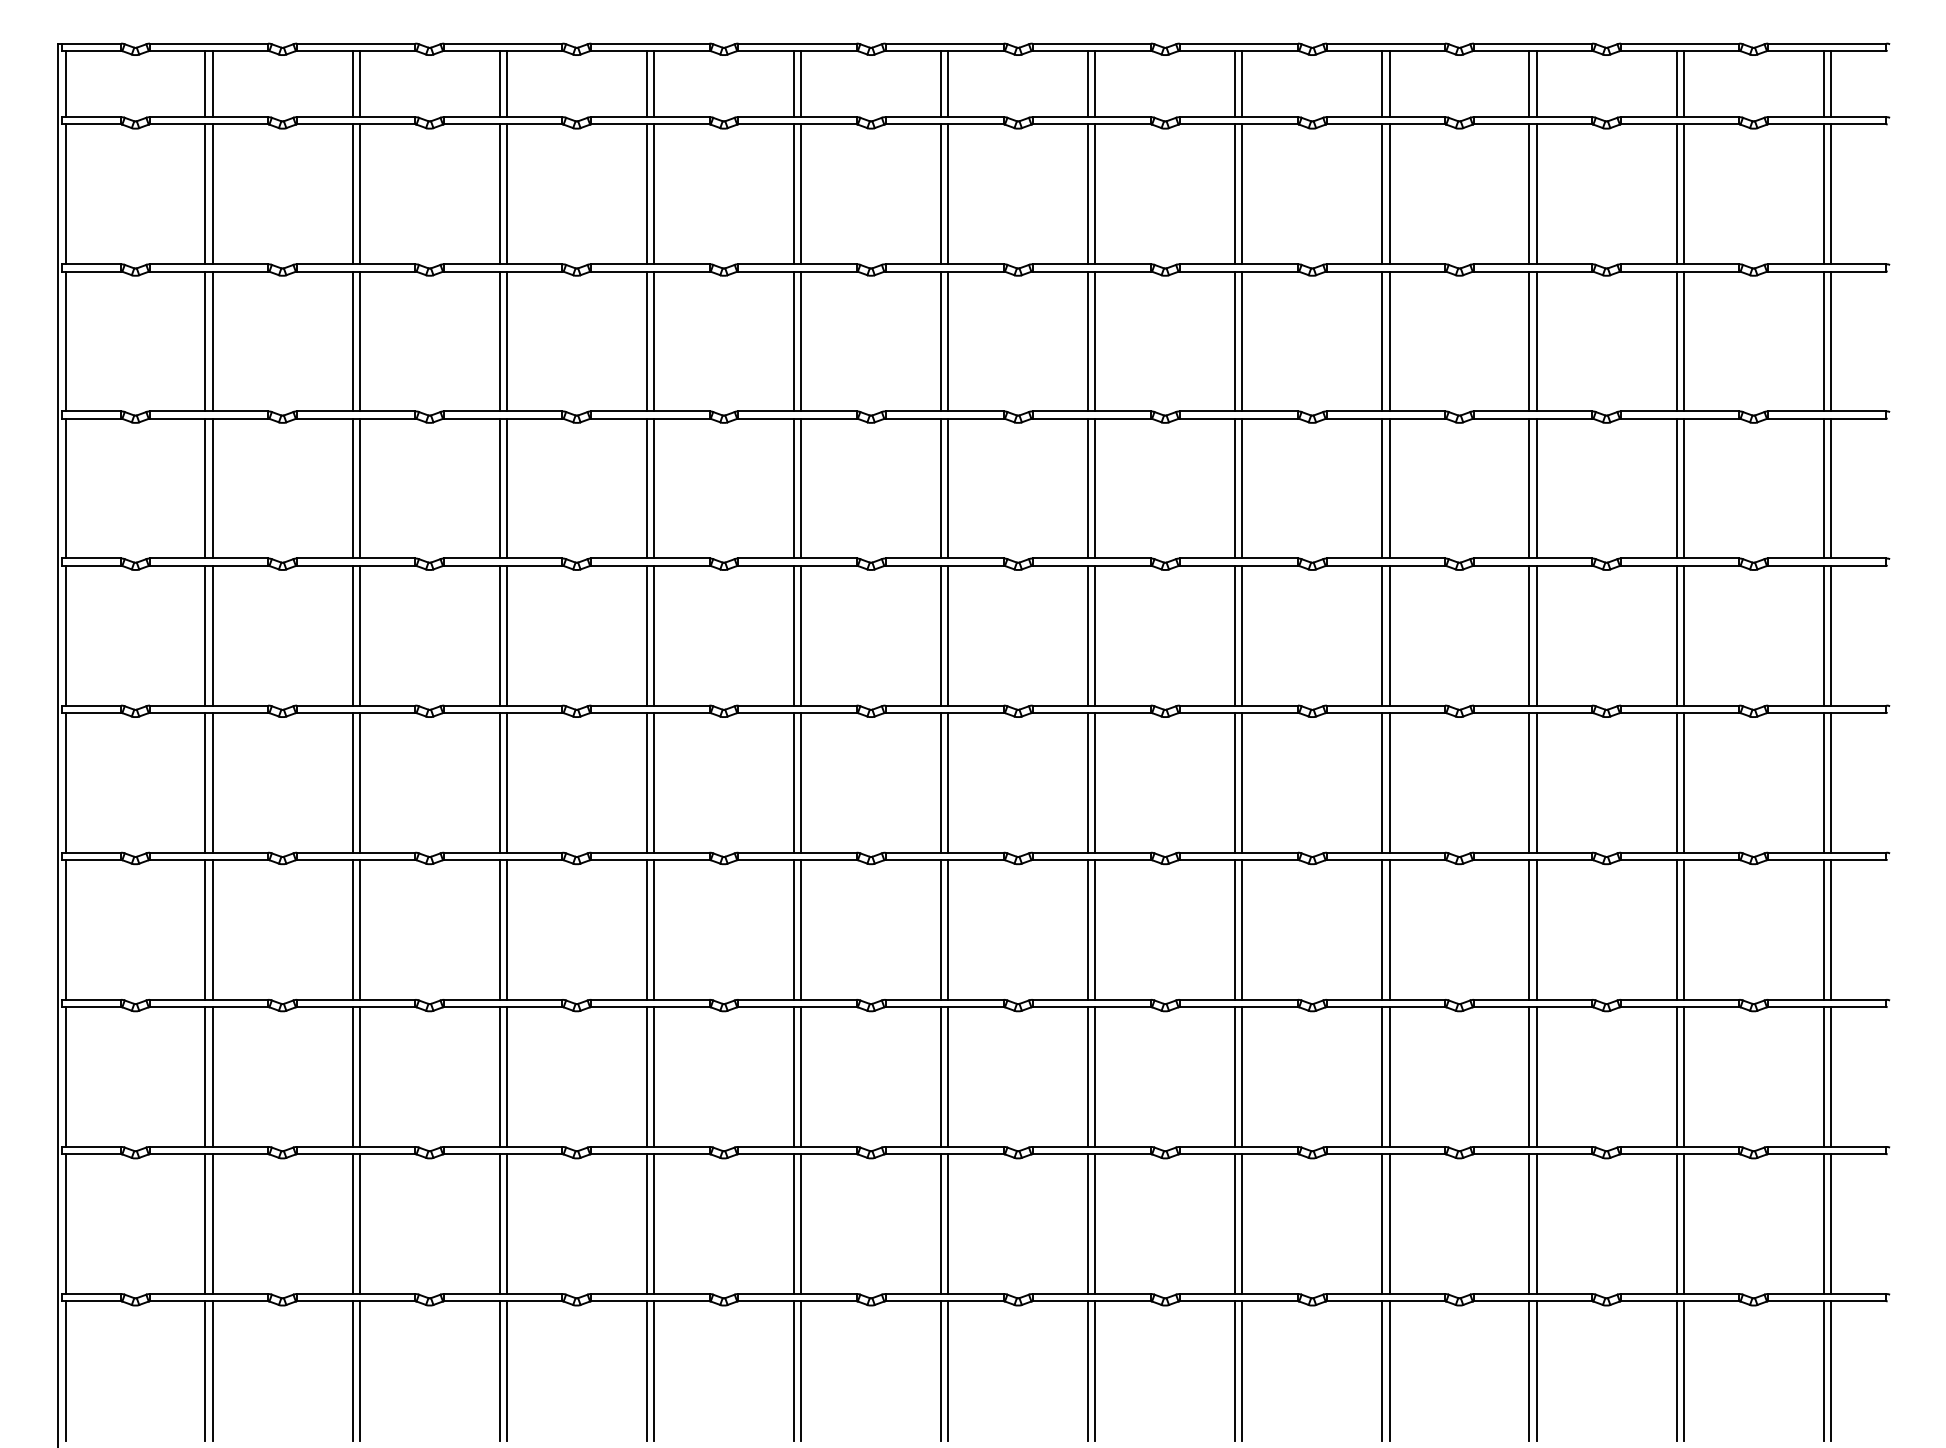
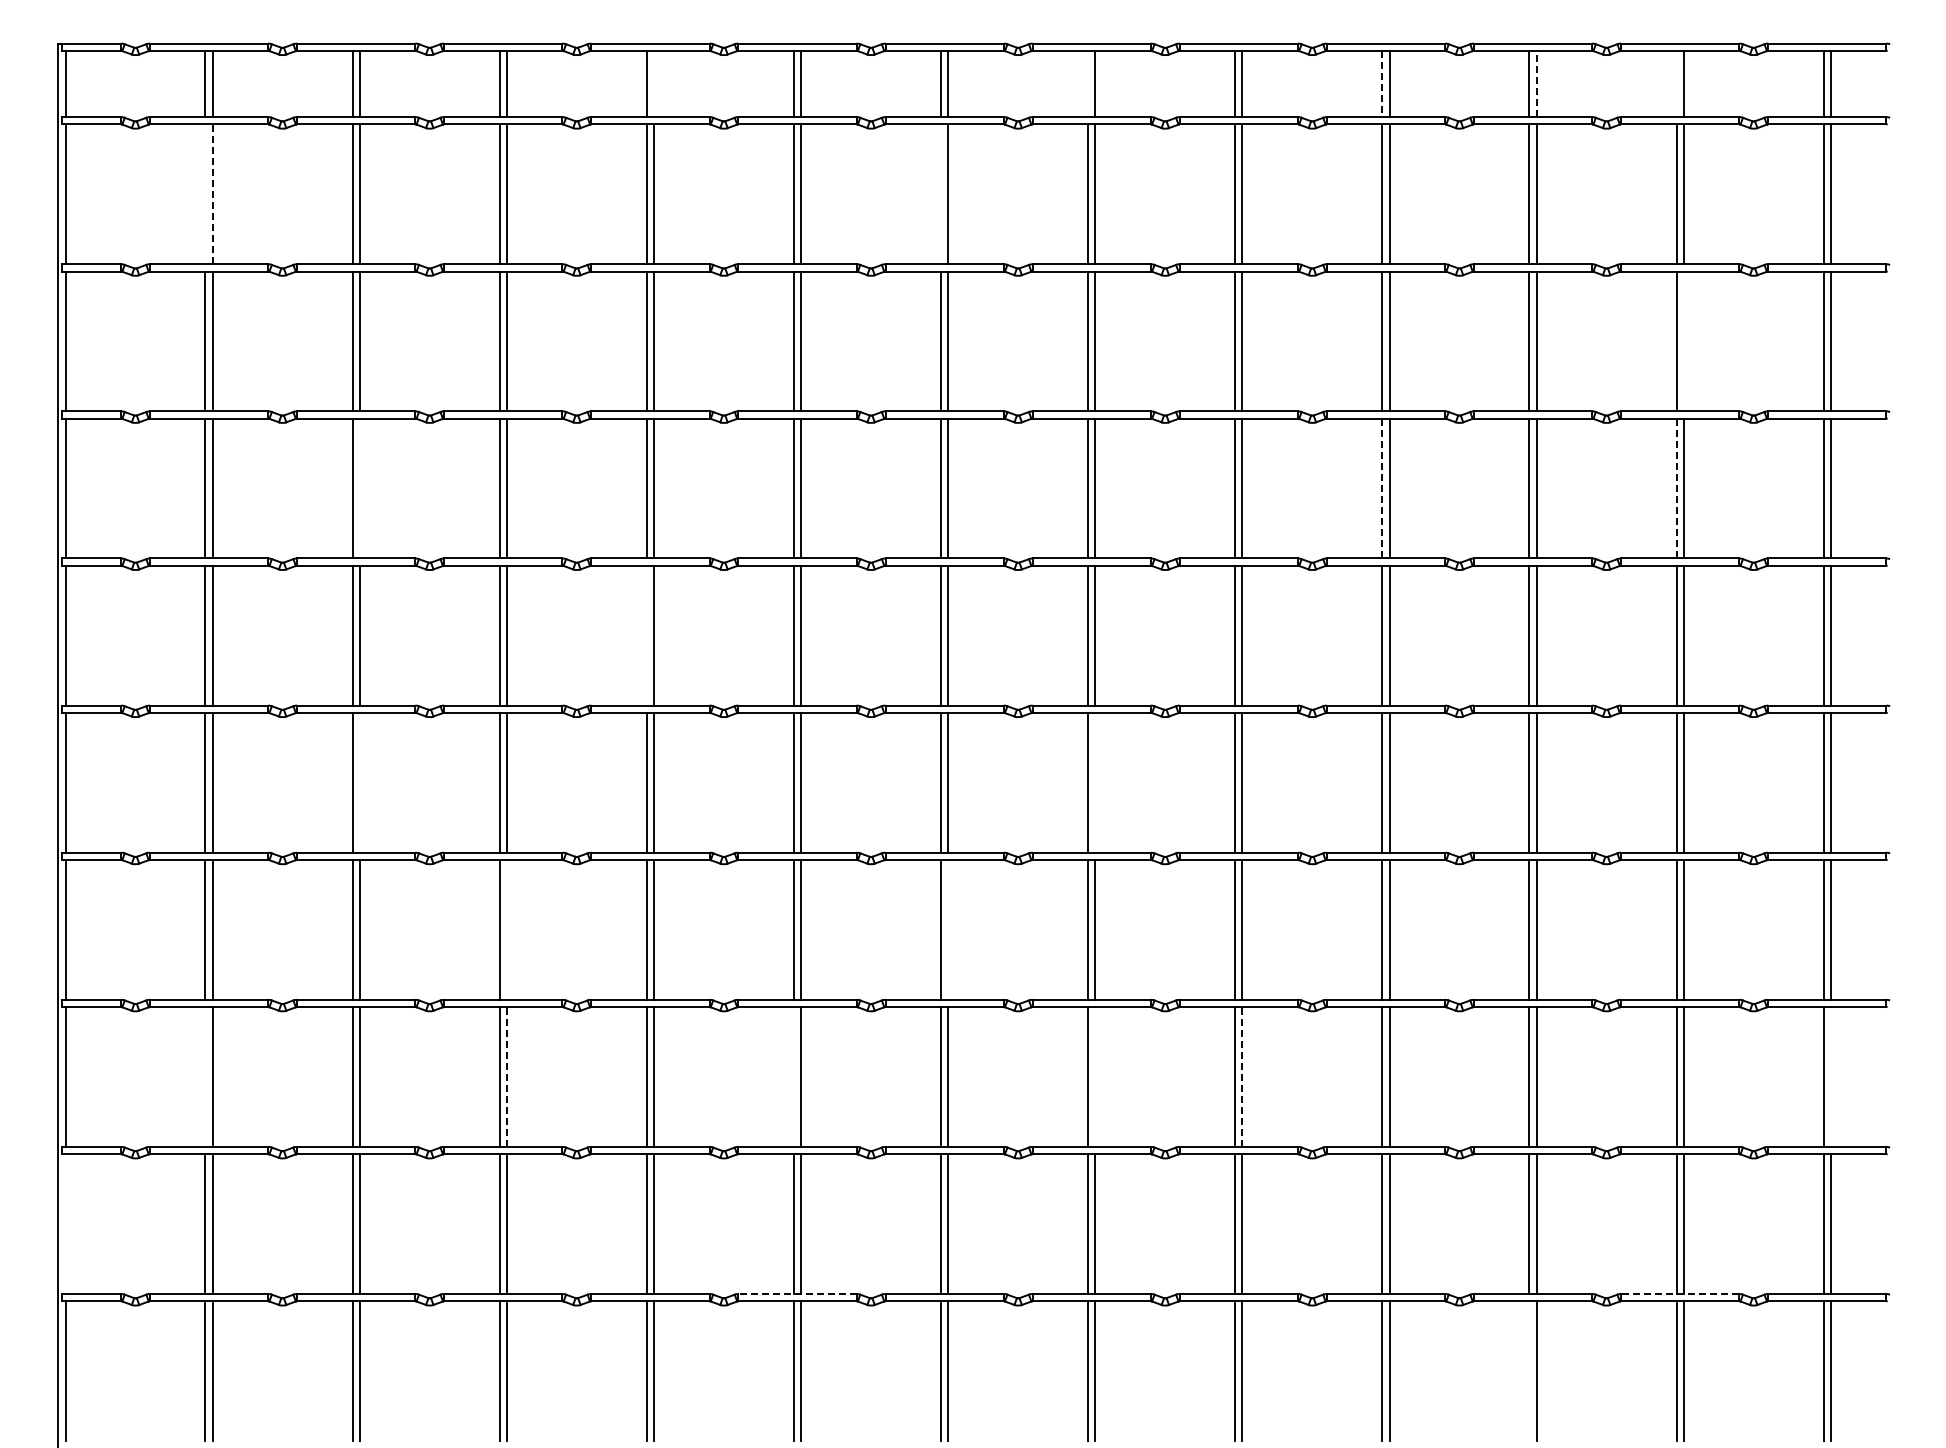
line at (654, 83): present -> none
line at (1088, 83): present -> none
line at (1536, 83): solid -> dashed
line at (1676, 83): present -> none
line at (1382, 84): solid -> dashed
line at (205, 194): present -> none
line at (212, 194): solid -> dashed
line at (941, 194): present -> none
line at (1683, 341): present -> none
line at (359, 488): present -> none
line at (1382, 488): solid -> dashed
line at (1676, 488): solid -> dashed
line at (646, 635): present -> none
line at (359, 782): present -> none
line at (1095, 782): present -> none
line at (506, 929): present -> none
line at (948, 929): present -> none
line at (205, 1076): present -> none
line at (793, 1076): present -> none
line at (1095, 1076): present -> none
line at (1830, 1076): present -> none
line at (506, 1077): solid -> dashed
line at (1242, 1077): solid -> dashed
line at (65, 1224): present -> none
line at (797, 1294): solid -> dashed
line at (1679, 1294): solid -> dashed
line at (1529, 1371): present -> none
